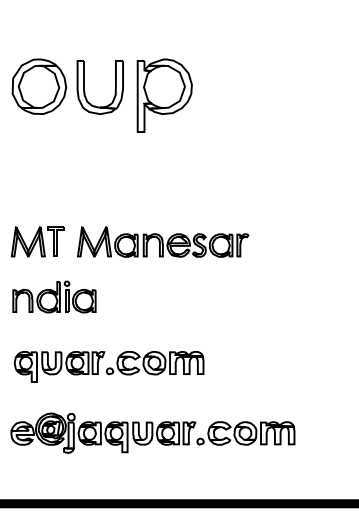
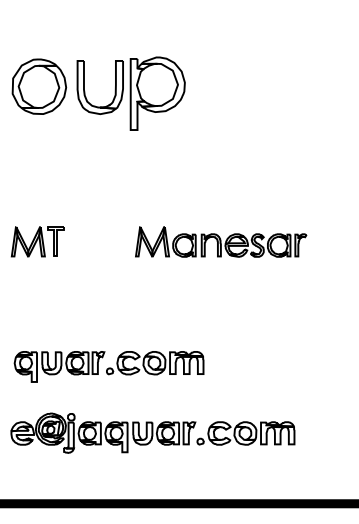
part at (164, 95) position: (164, 95) -> (157, 93)
part at (163, 241) position: (163, 241) -> (221, 241)
part at (54, 296): present -> none
